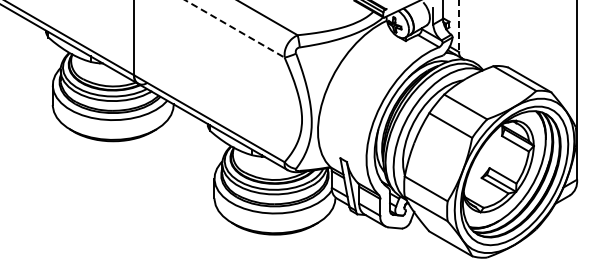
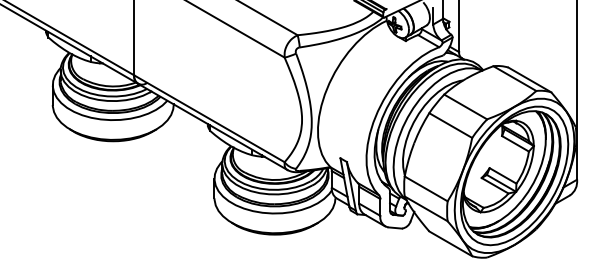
line at (459, 26): dashed -> solid
line at (235, 29): dashed -> solid
